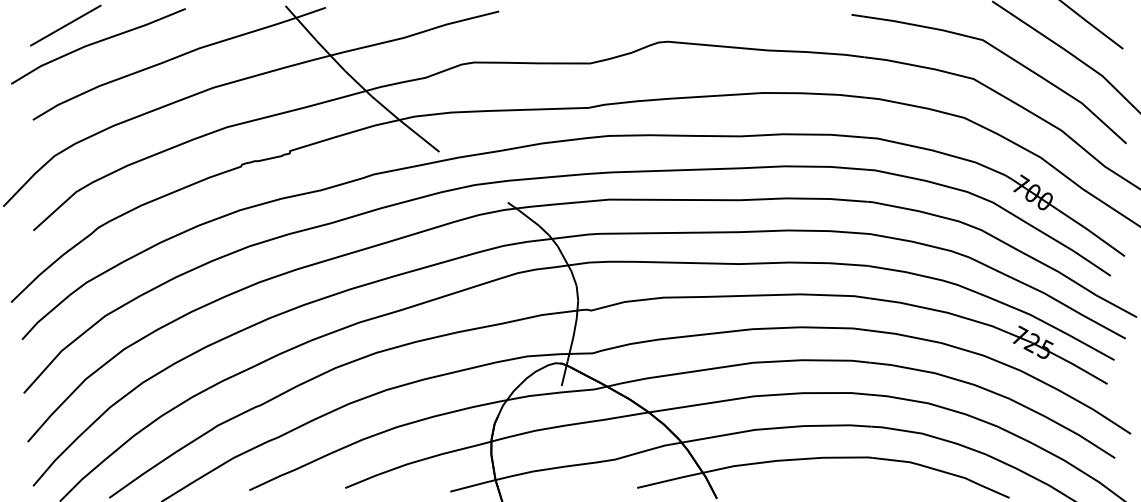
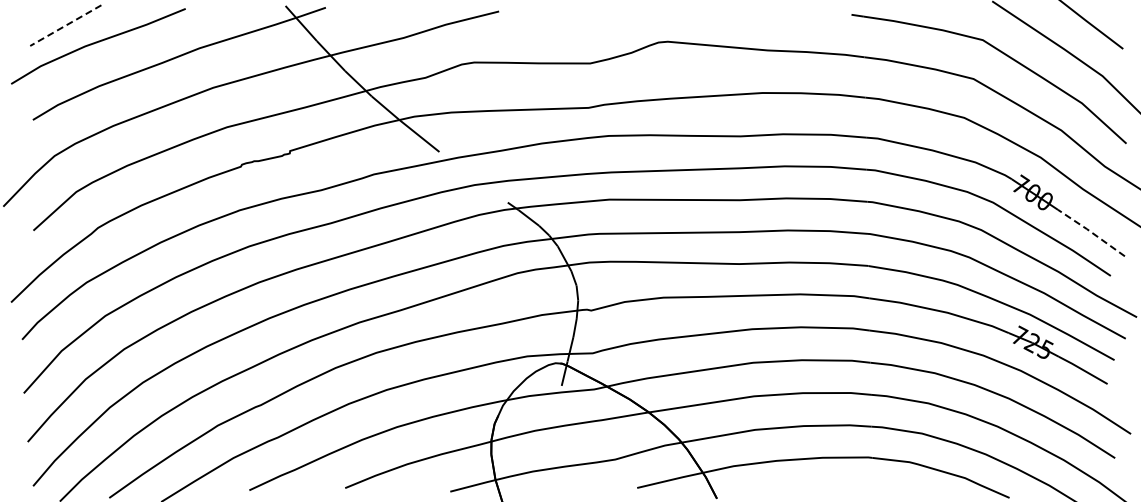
line at (66, 25): solid -> dashed
line at (1090, 232): solid -> dashed
